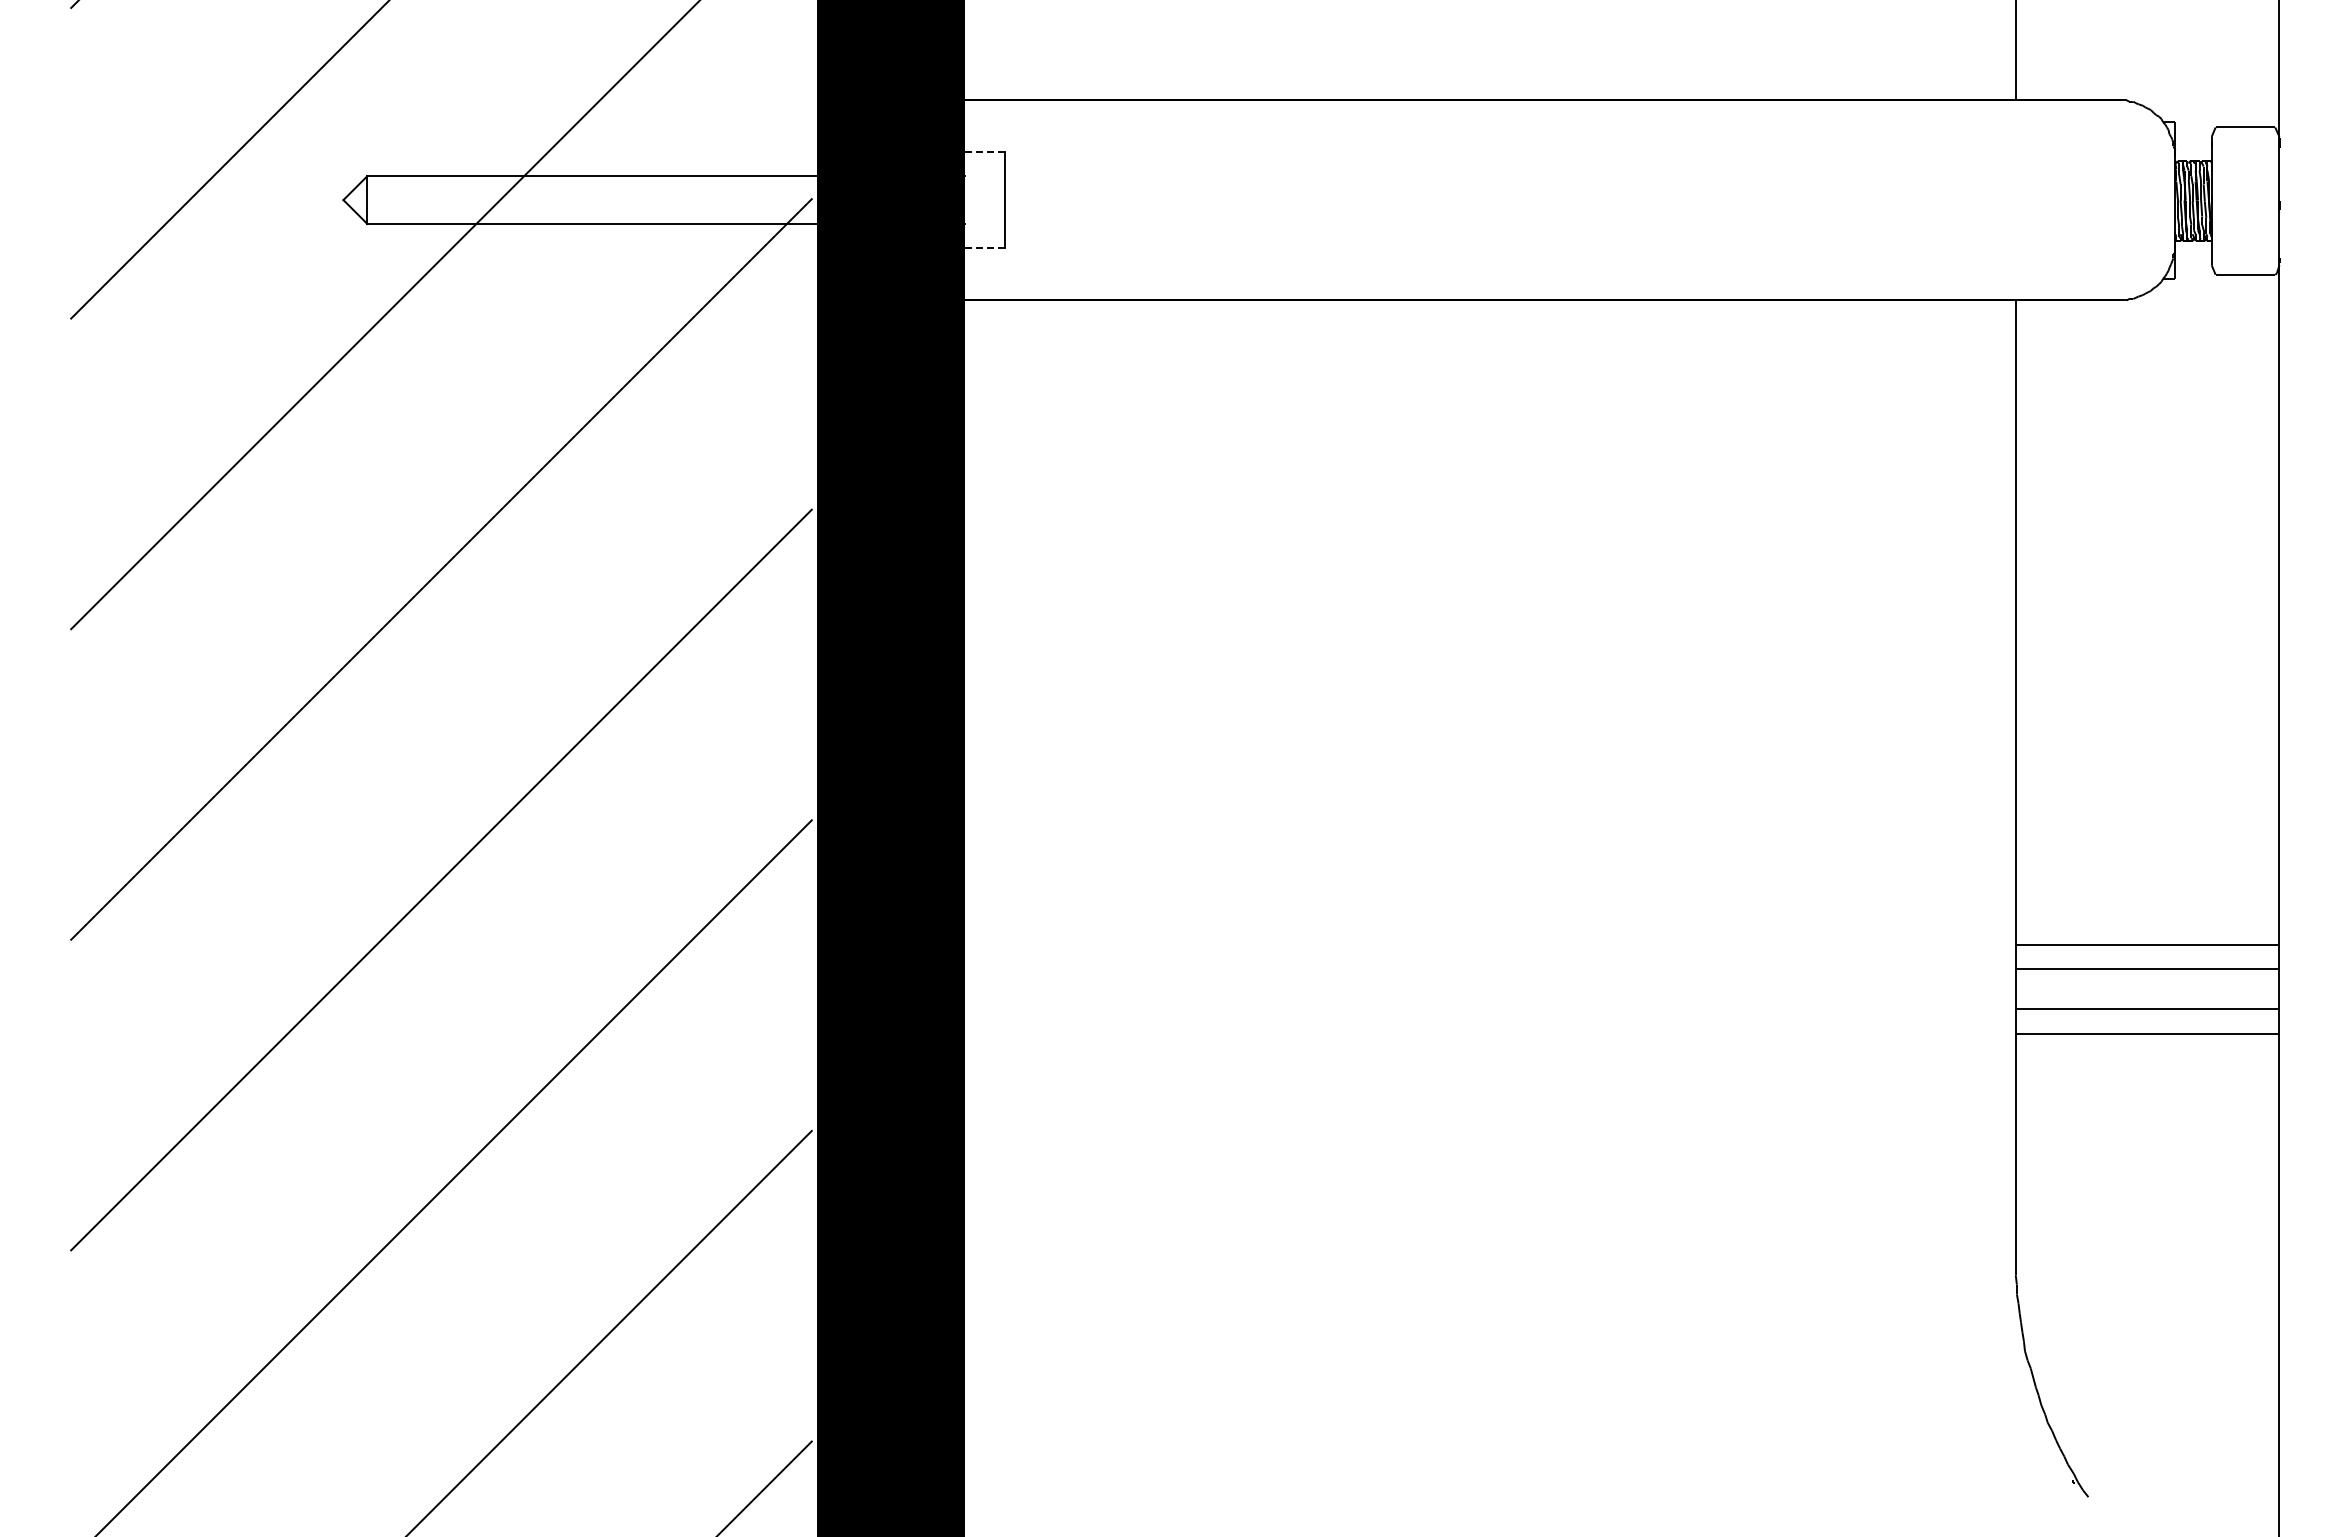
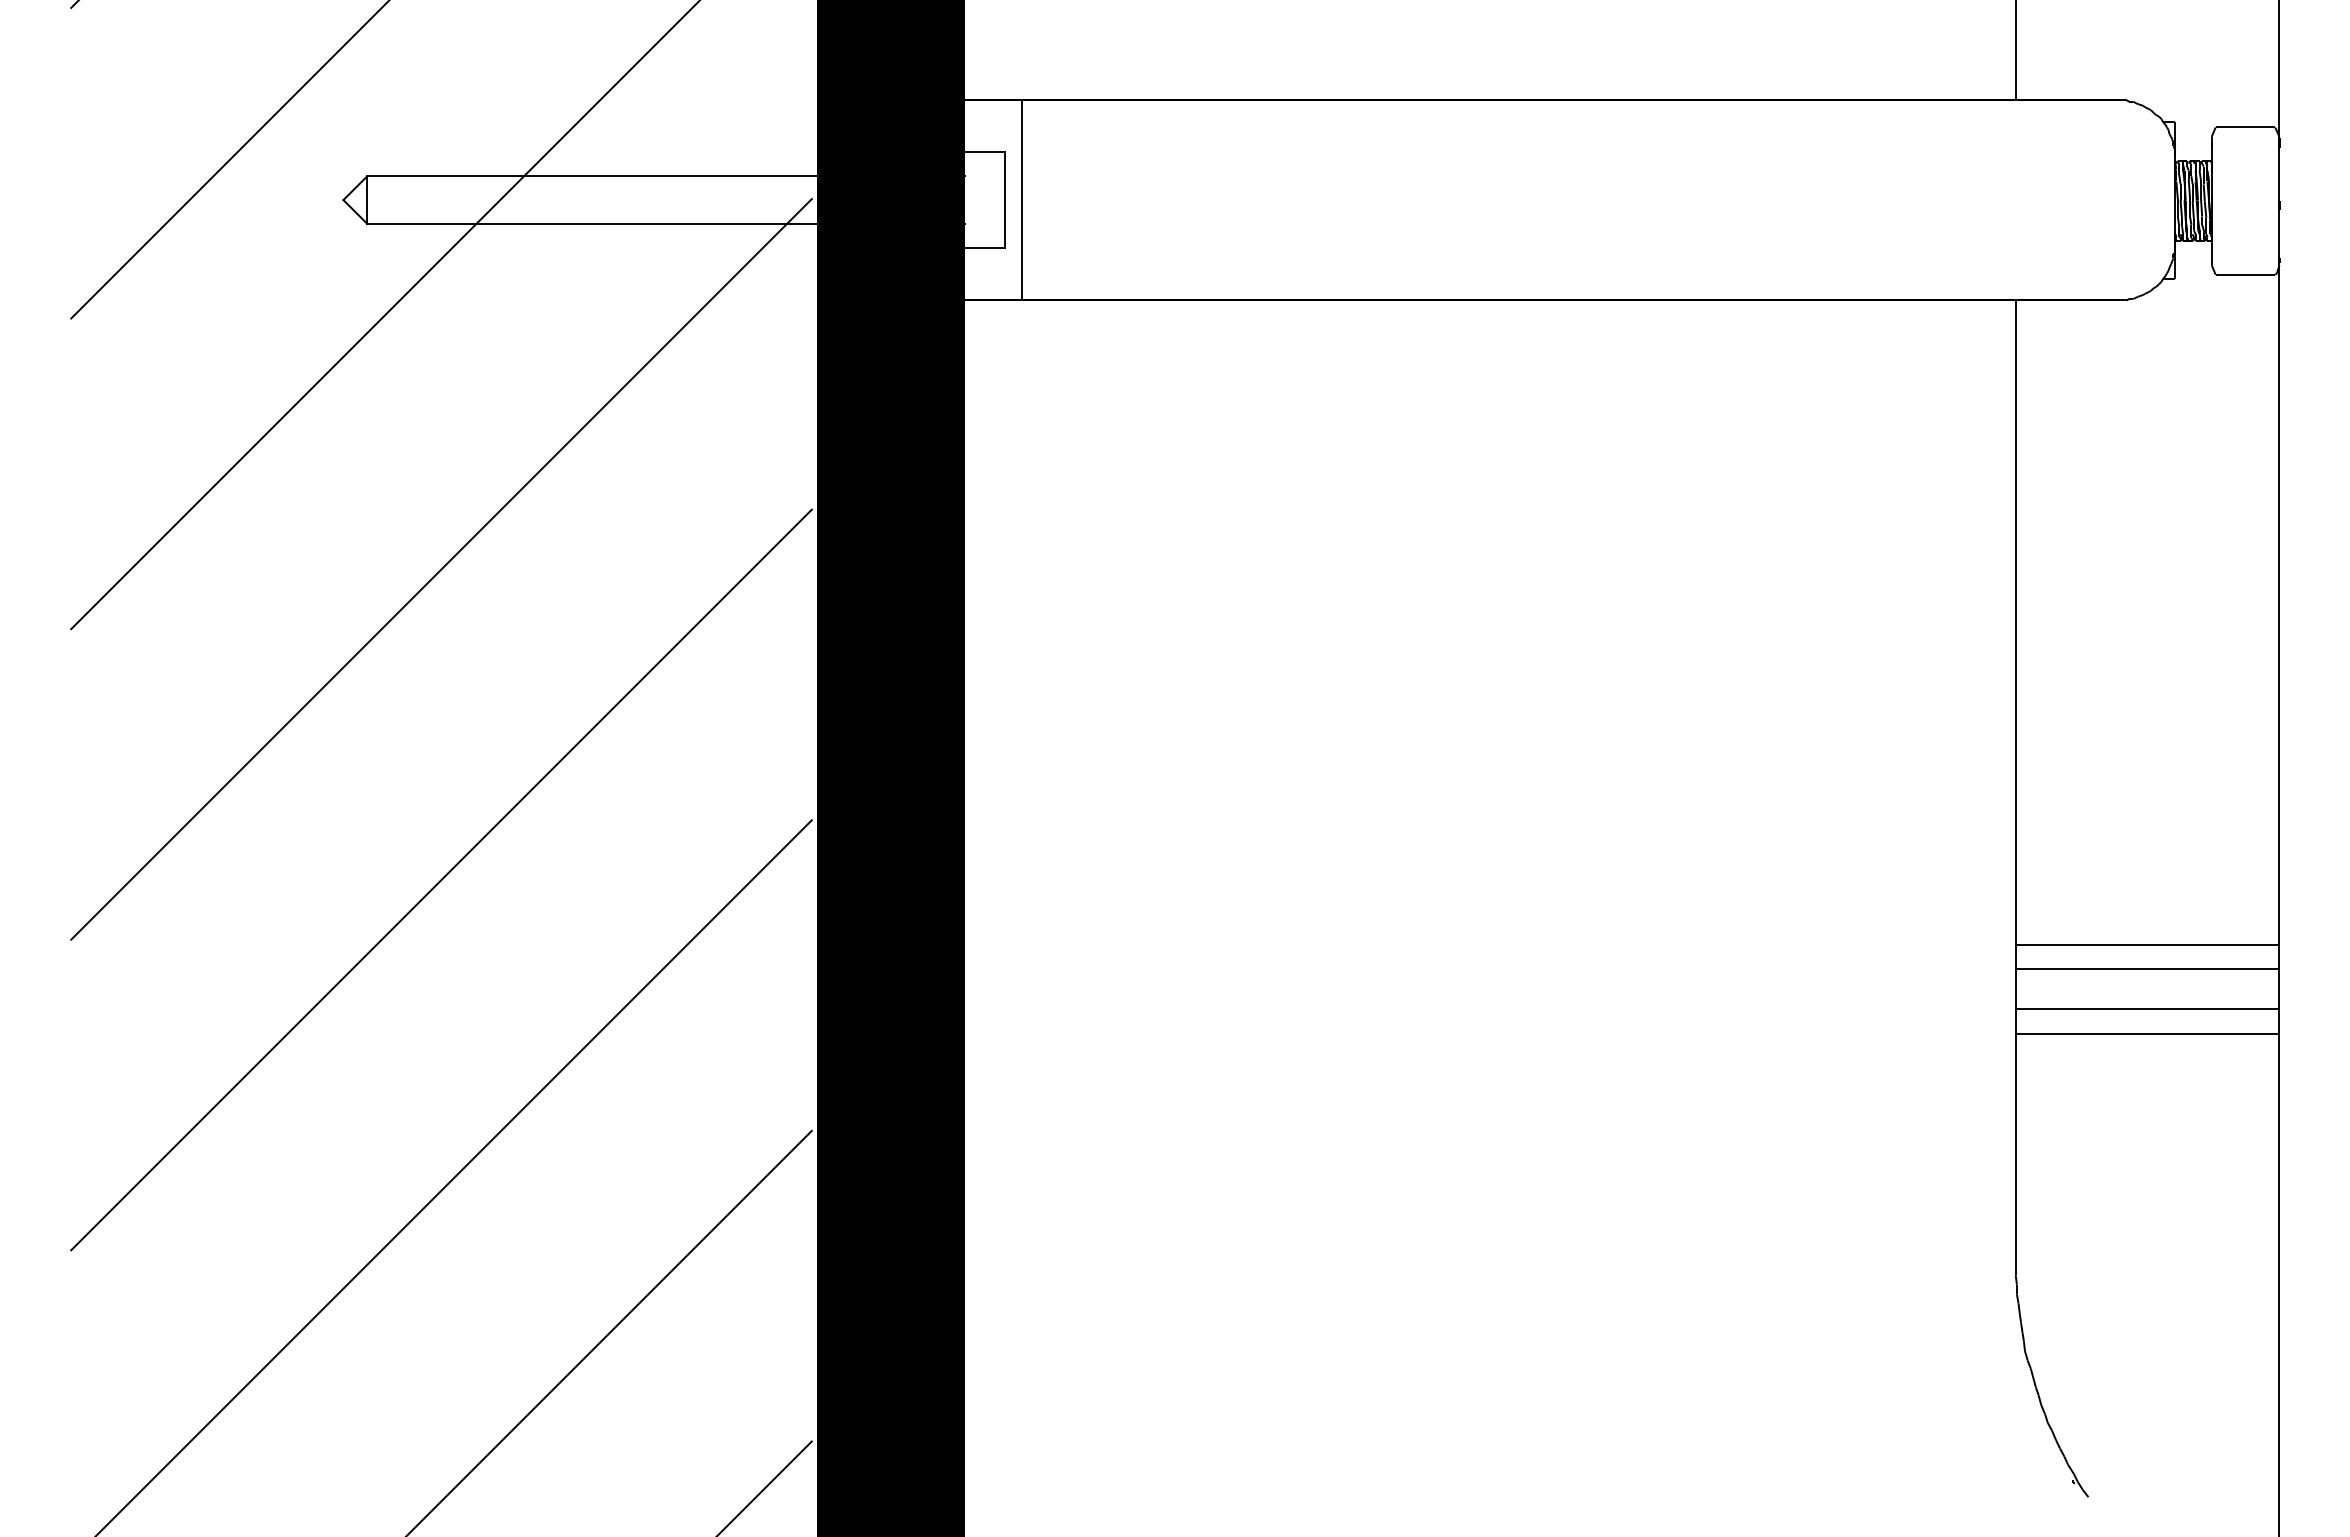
line at (984, 152): dashed -> solid
line at (1021, 200): none -> present
line at (984, 248): dashed -> solid
